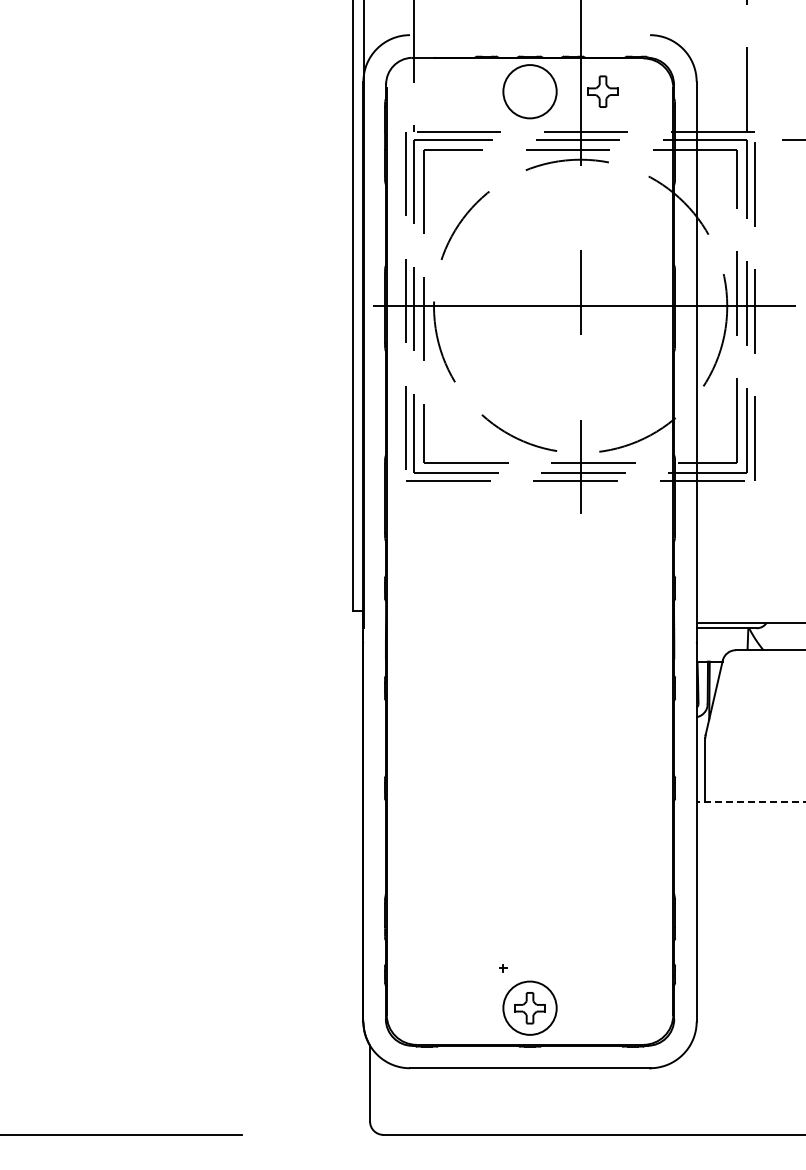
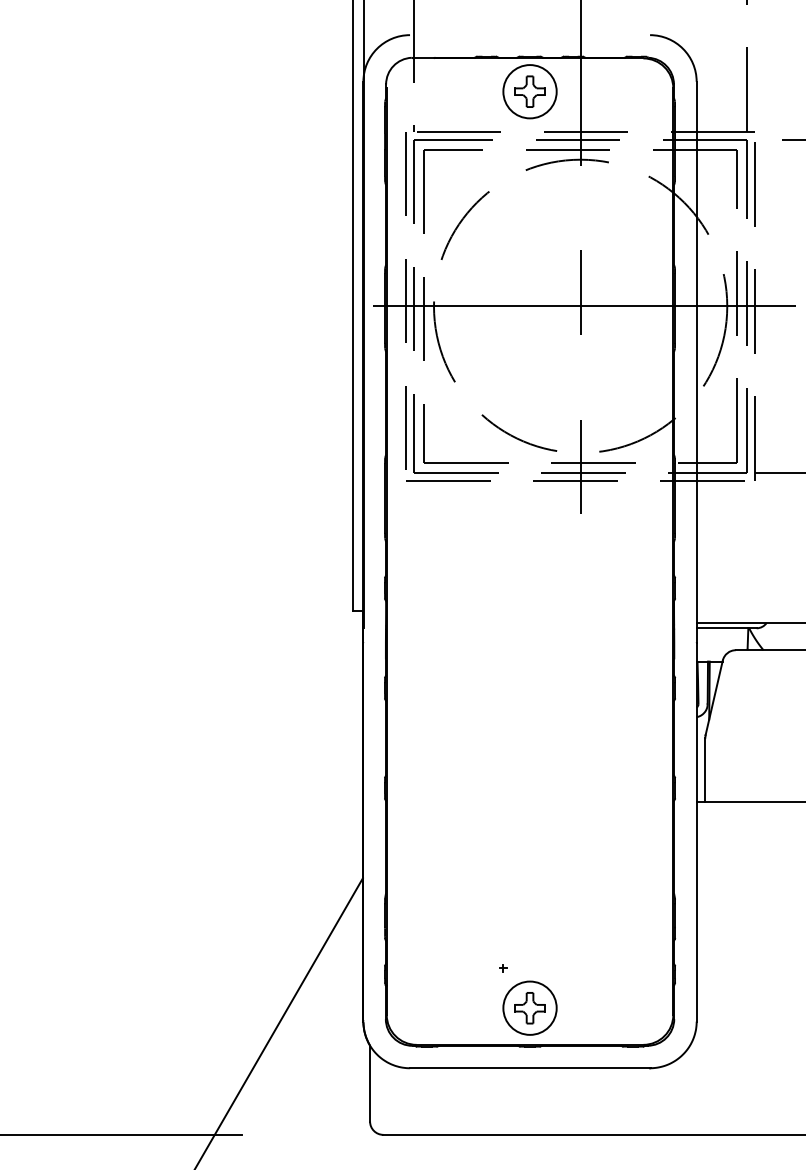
part at (602, 91) position: (602, 91) -> (529, 91)
line at (778, 472): none -> present
line at (750, 801): dashed -> solid
line at (279, 1021): none -> present
